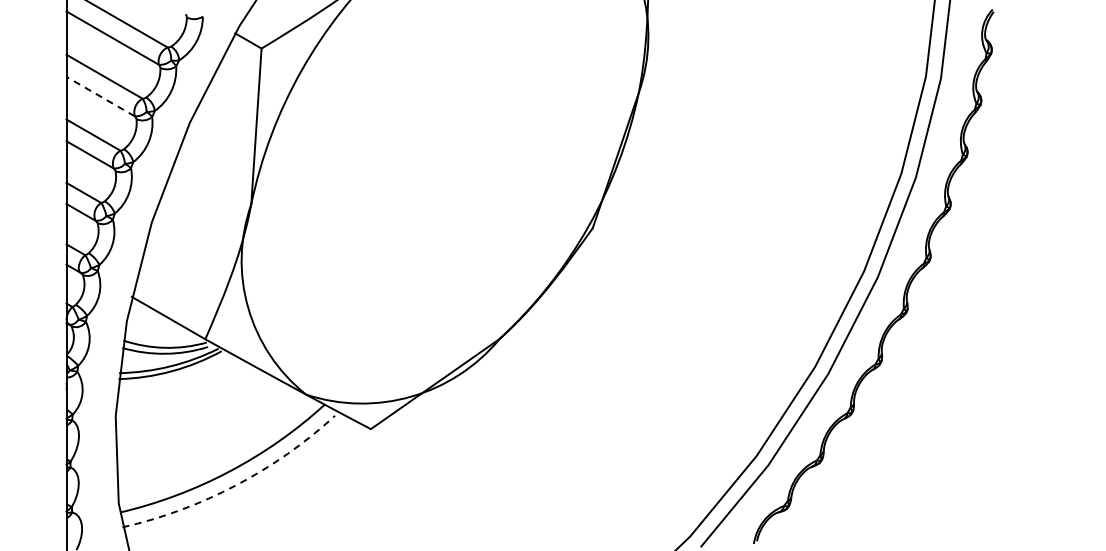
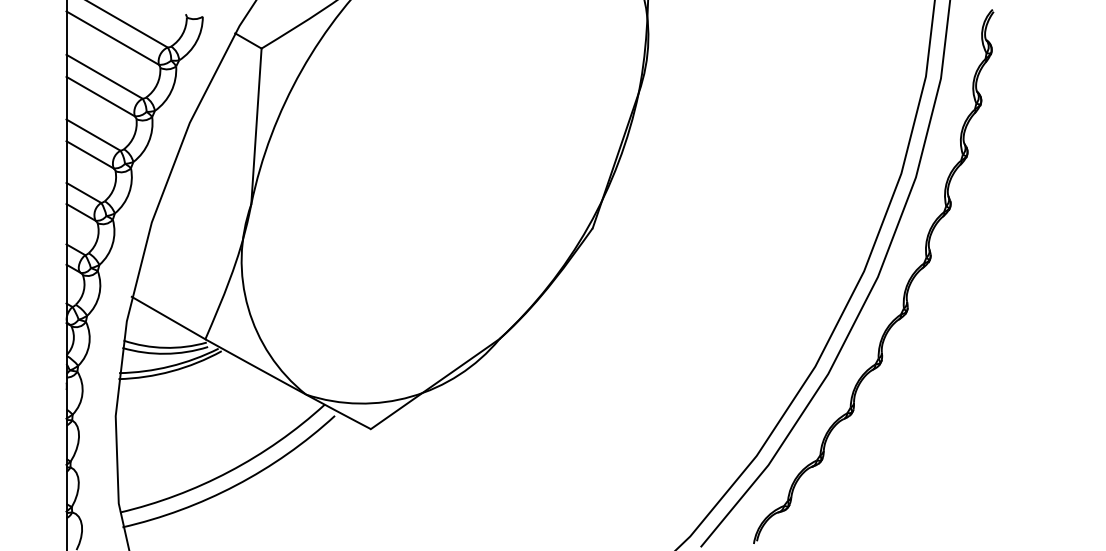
line at (100, 96): dashed -> solid
arc at (235, 485): dashed -> solid
